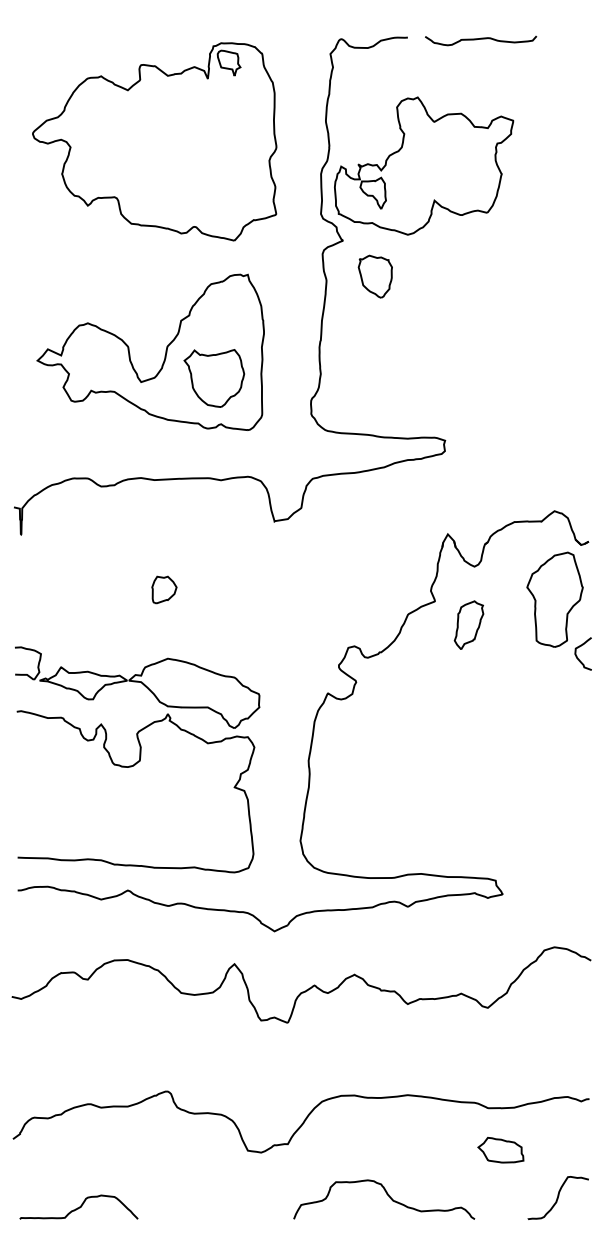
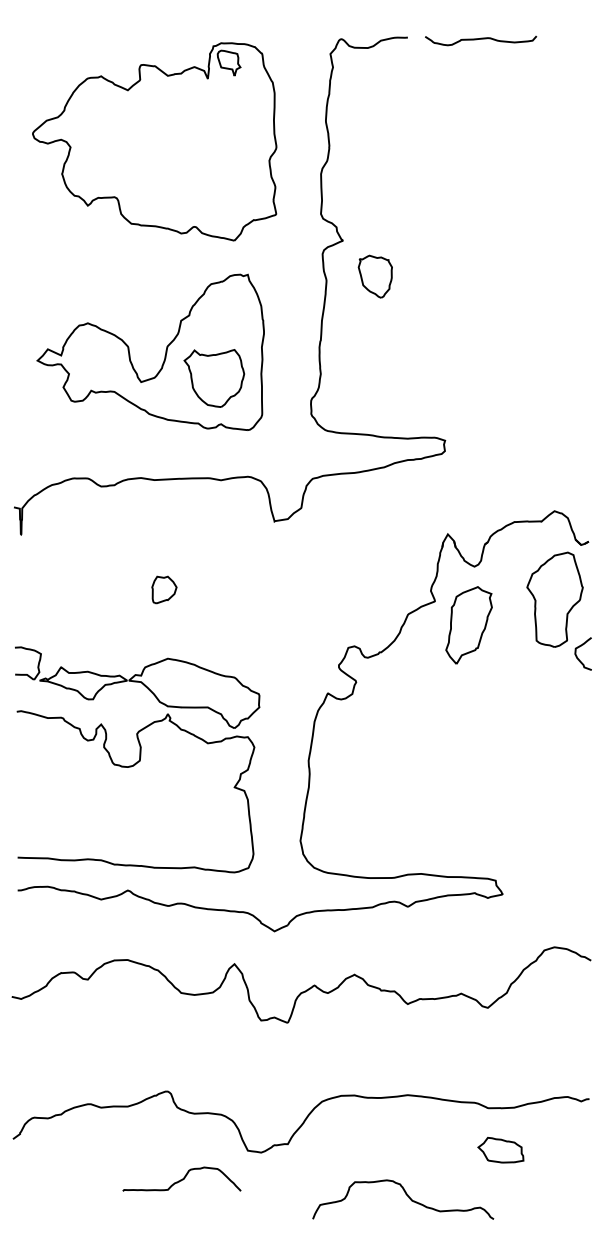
part at (424, 165): present -> none
part at (468, 624) size: 32x50 px -> 48x79 px
curve at (387, 1195) position: (387, 1195) -> (406, 1195)
curve at (557, 1197): present -> none
curve at (79, 1206) position: (79, 1206) -> (182, 1178)
